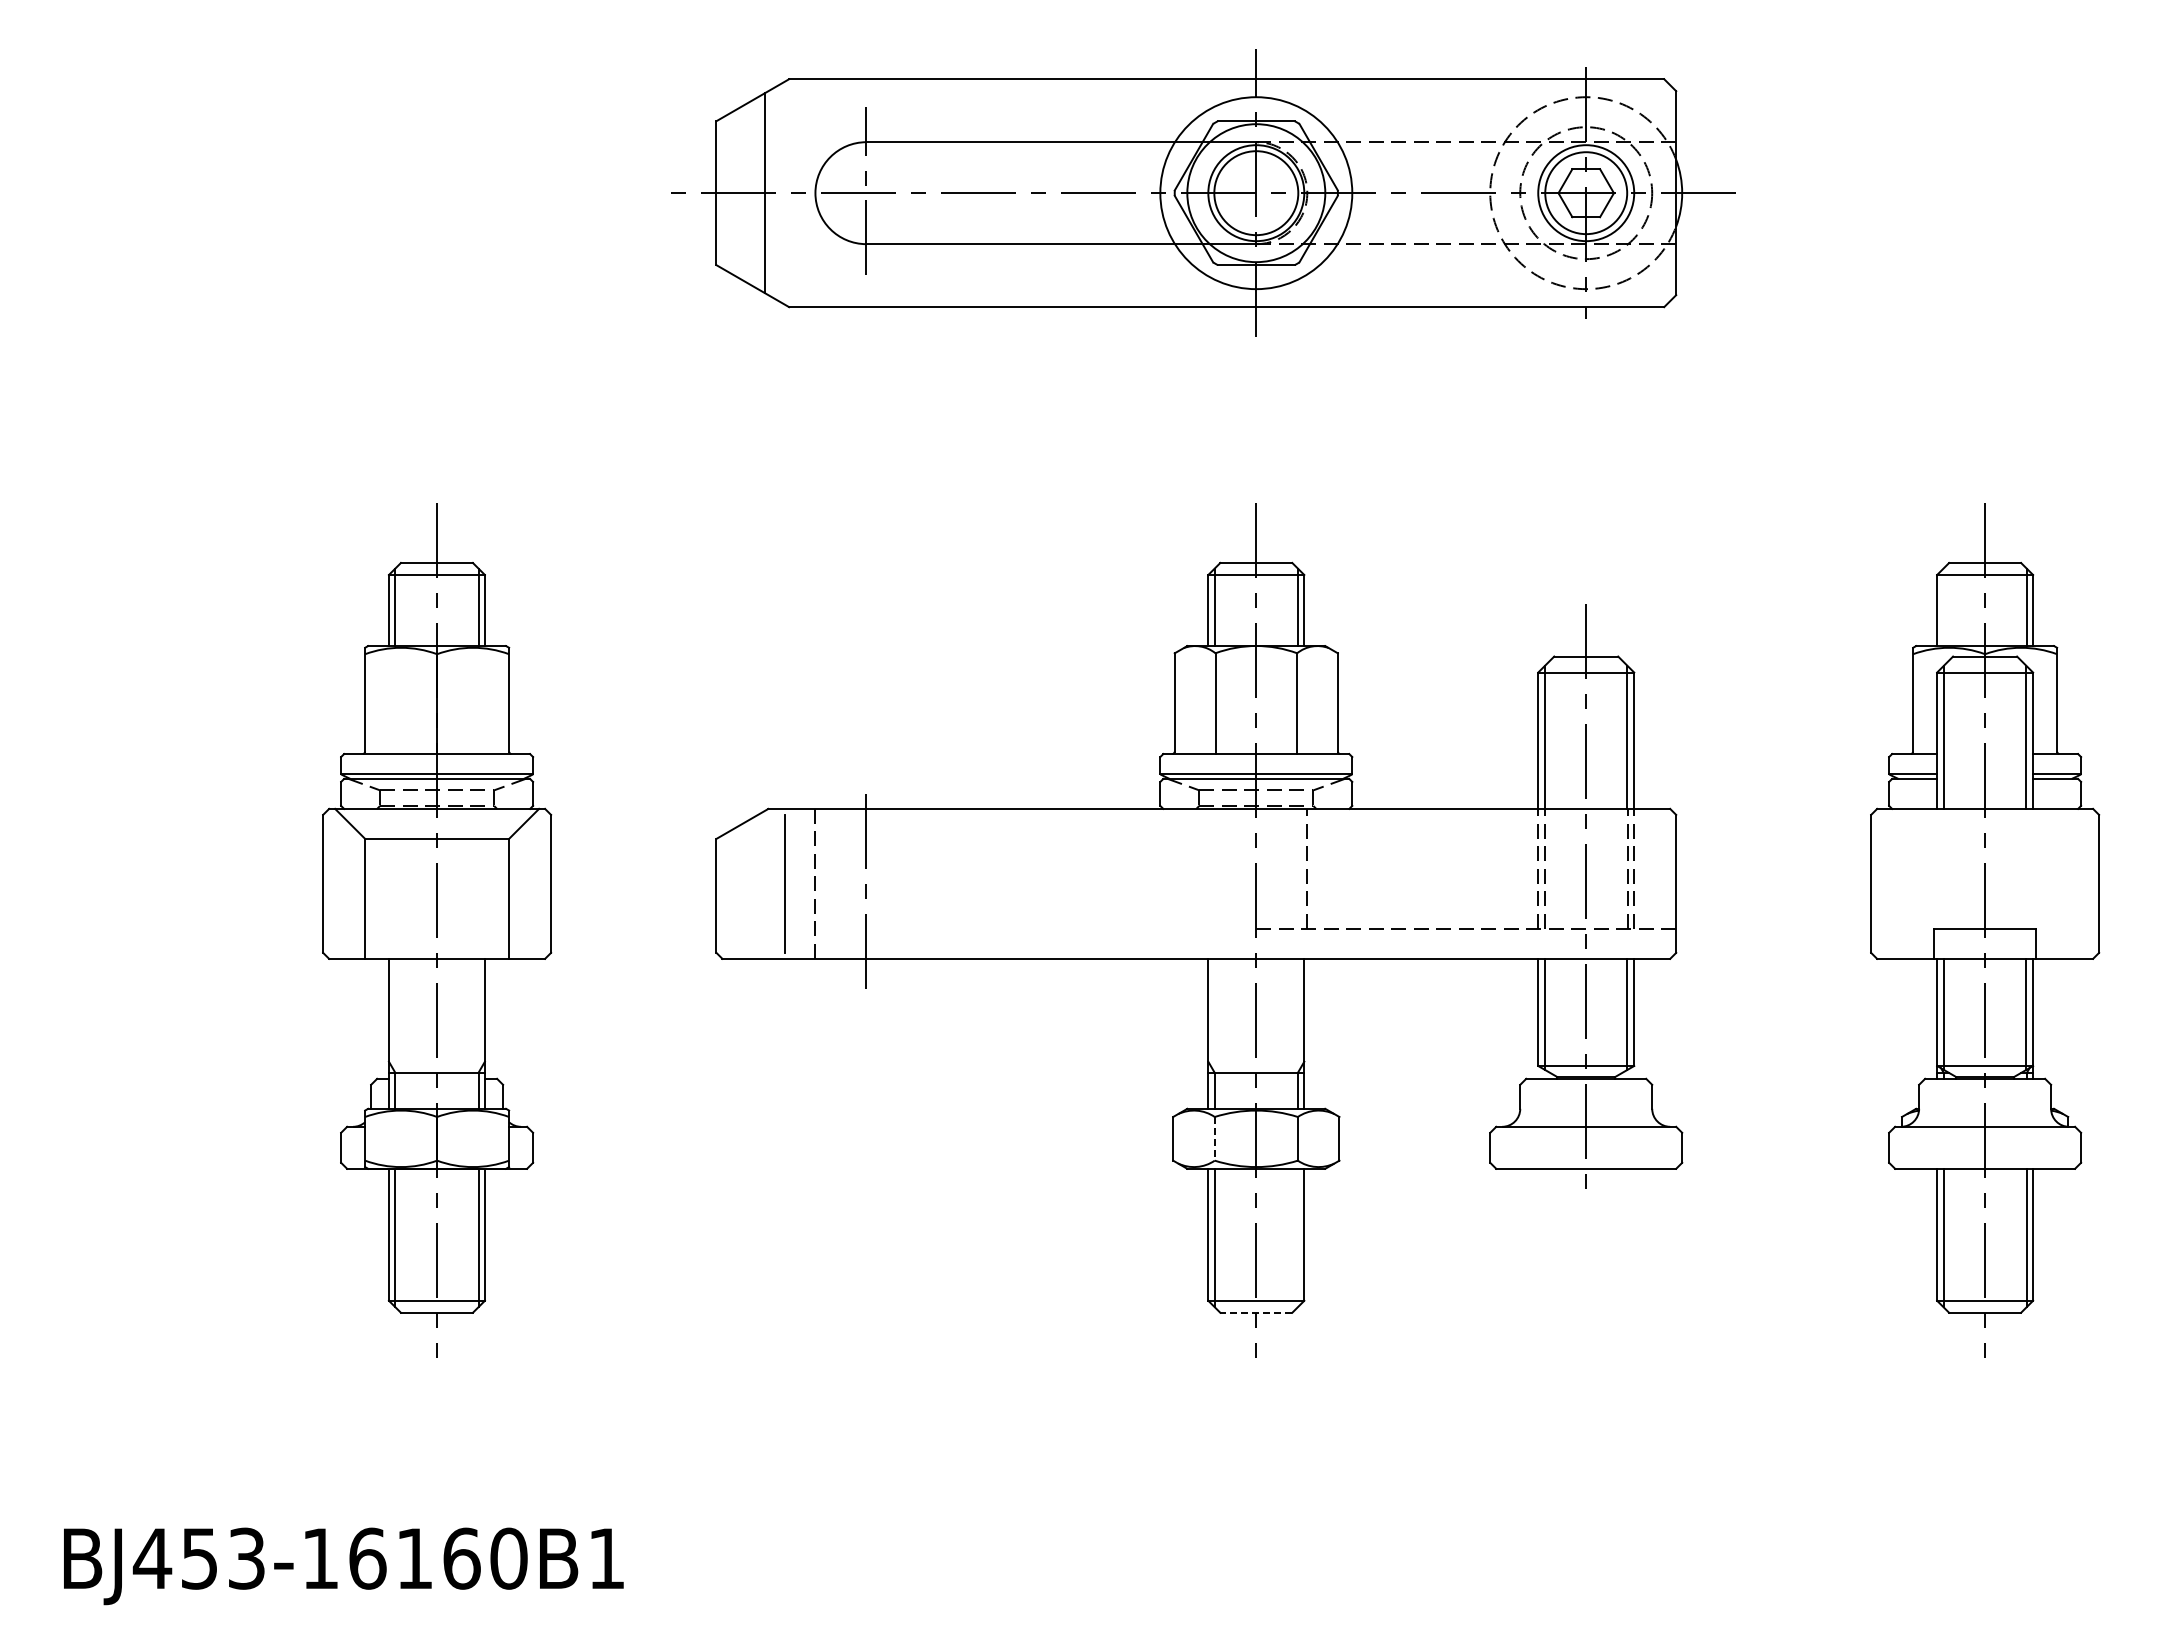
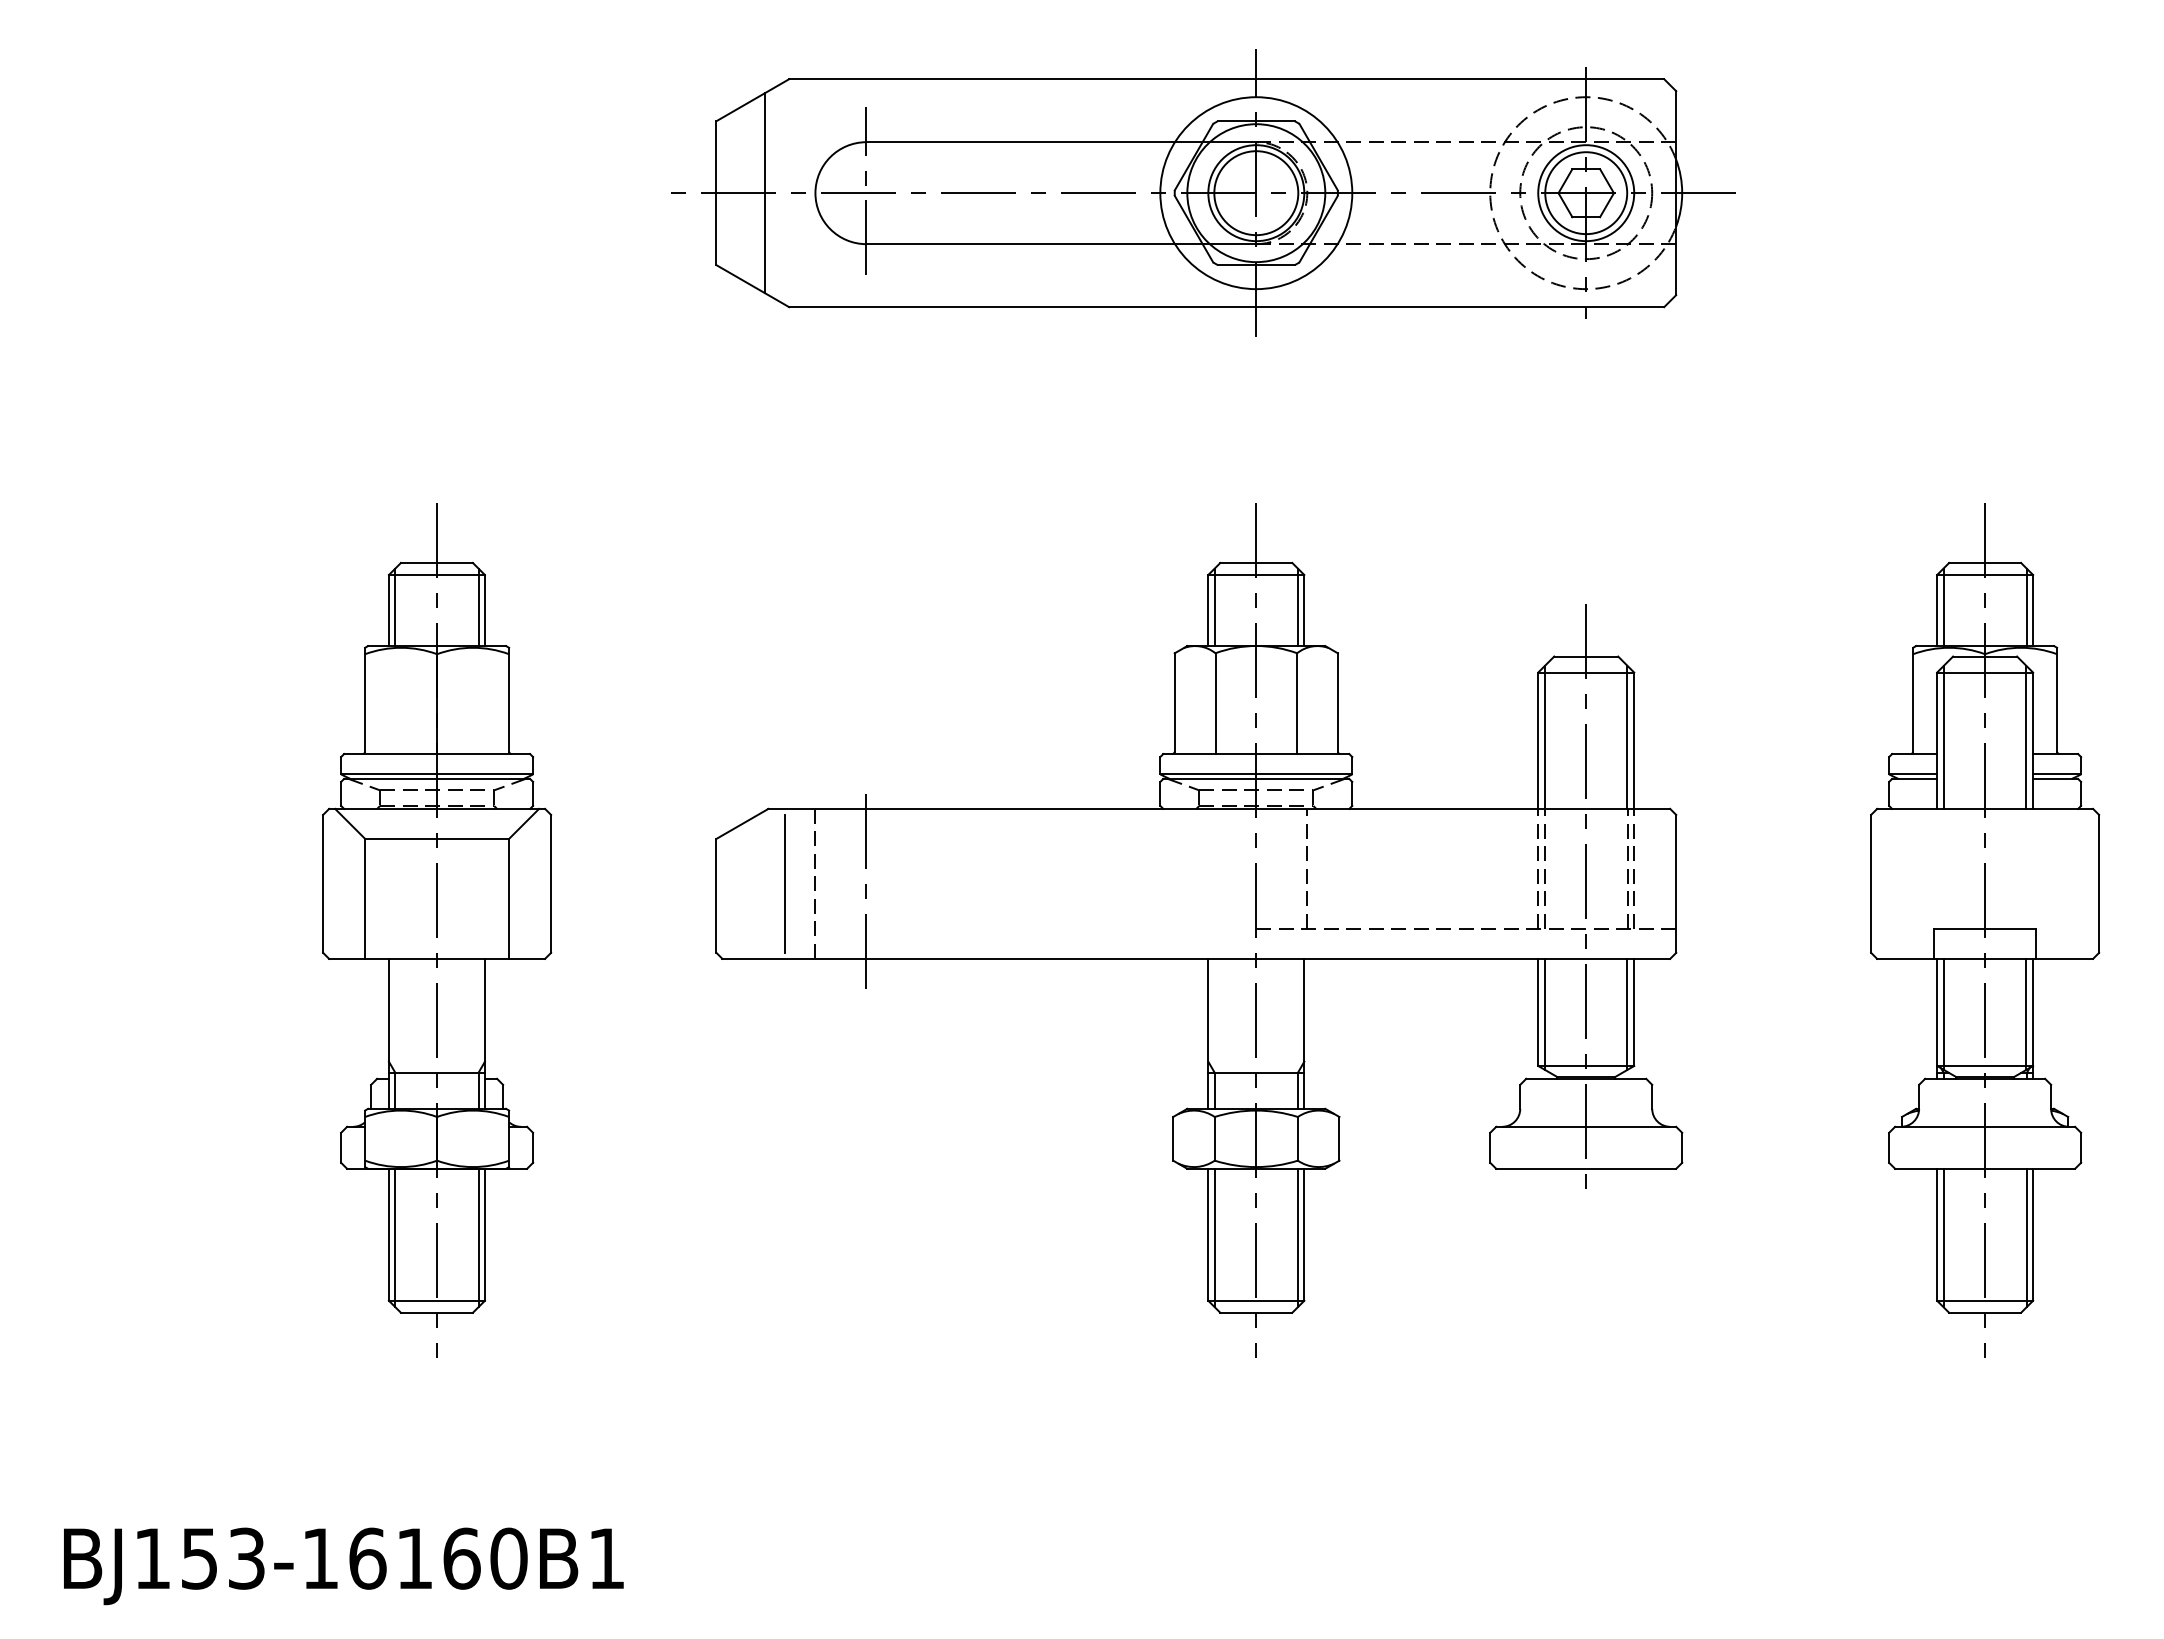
line at (1943, 607): none -> present
line at (1214, 1138): dashed -> solid
line at (1297, 1237): none -> present
line at (1256, 1312): dashed -> solid
text at (152, 1558): BJ453-16160B1 -> BJ153-16160B1
